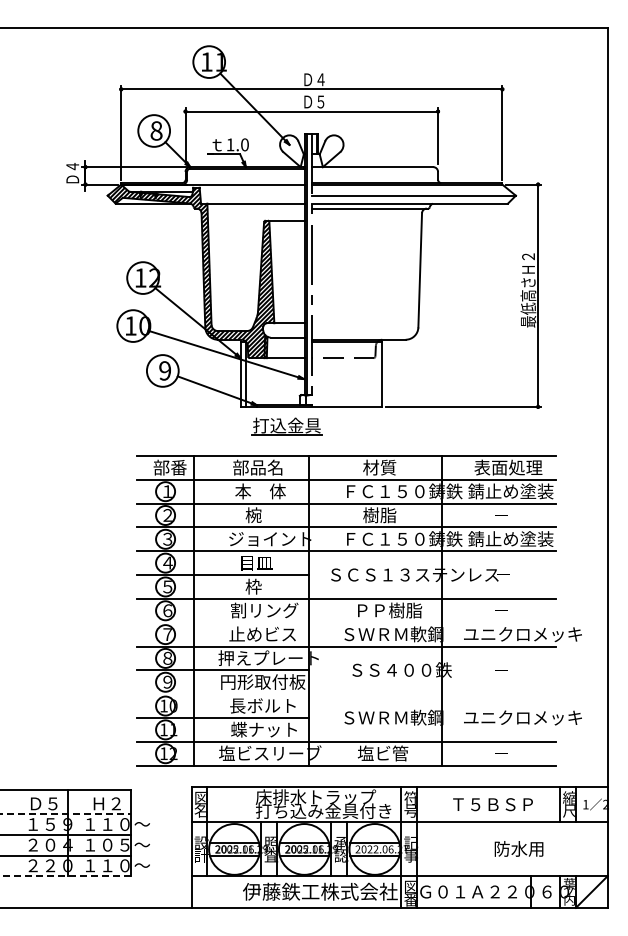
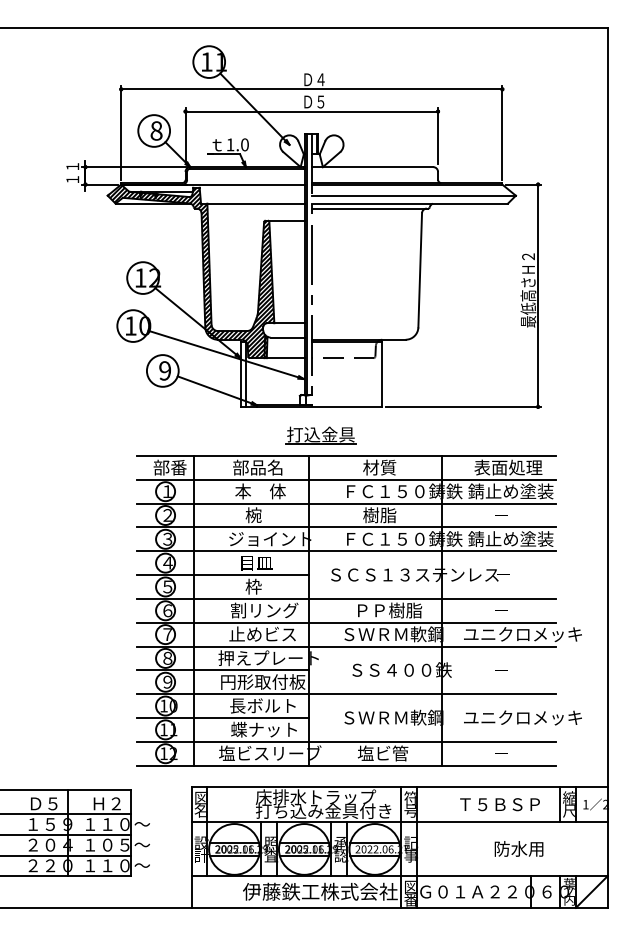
text at (72, 173): Ｄ４ -> １１
part at (286, 426) position: (286, 426) -> (320, 435)
line at (346, 622): none -> present
line at (346, 694): none -> present
text at (492, 804) position: (492, 804) -> (499, 804)
line at (66, 814): dashed -> solid
line at (65, 876): dashed -> solid
